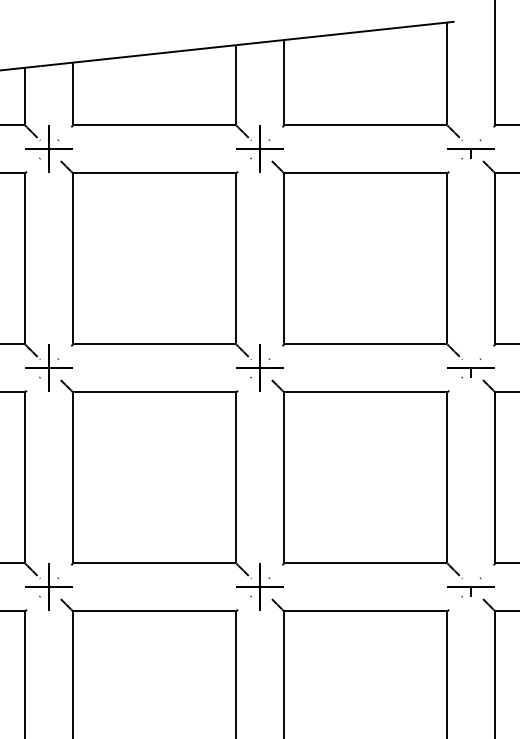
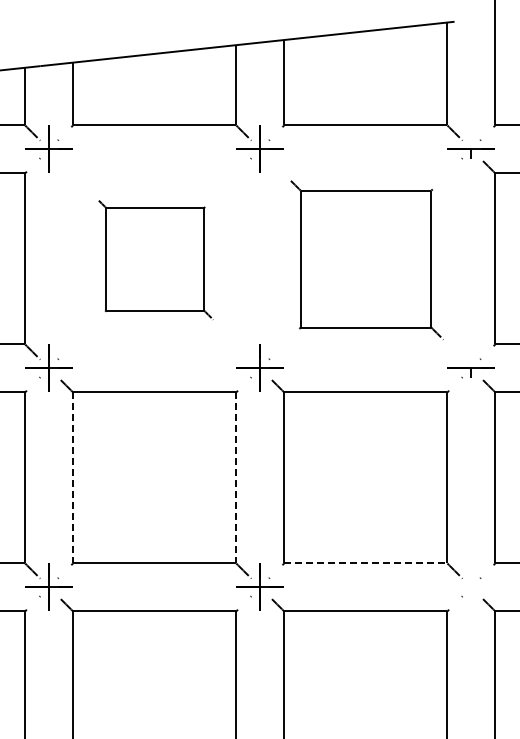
part at (155, 259) size: 192x200 px -> 116x121 px
part at (366, 259) size: 192x200 px -> 154x161 px
line at (73, 478): solid -> dashed
line at (236, 478): solid -> dashed
line at (365, 563): solid -> dashed
part at (470, 591): present -> none
